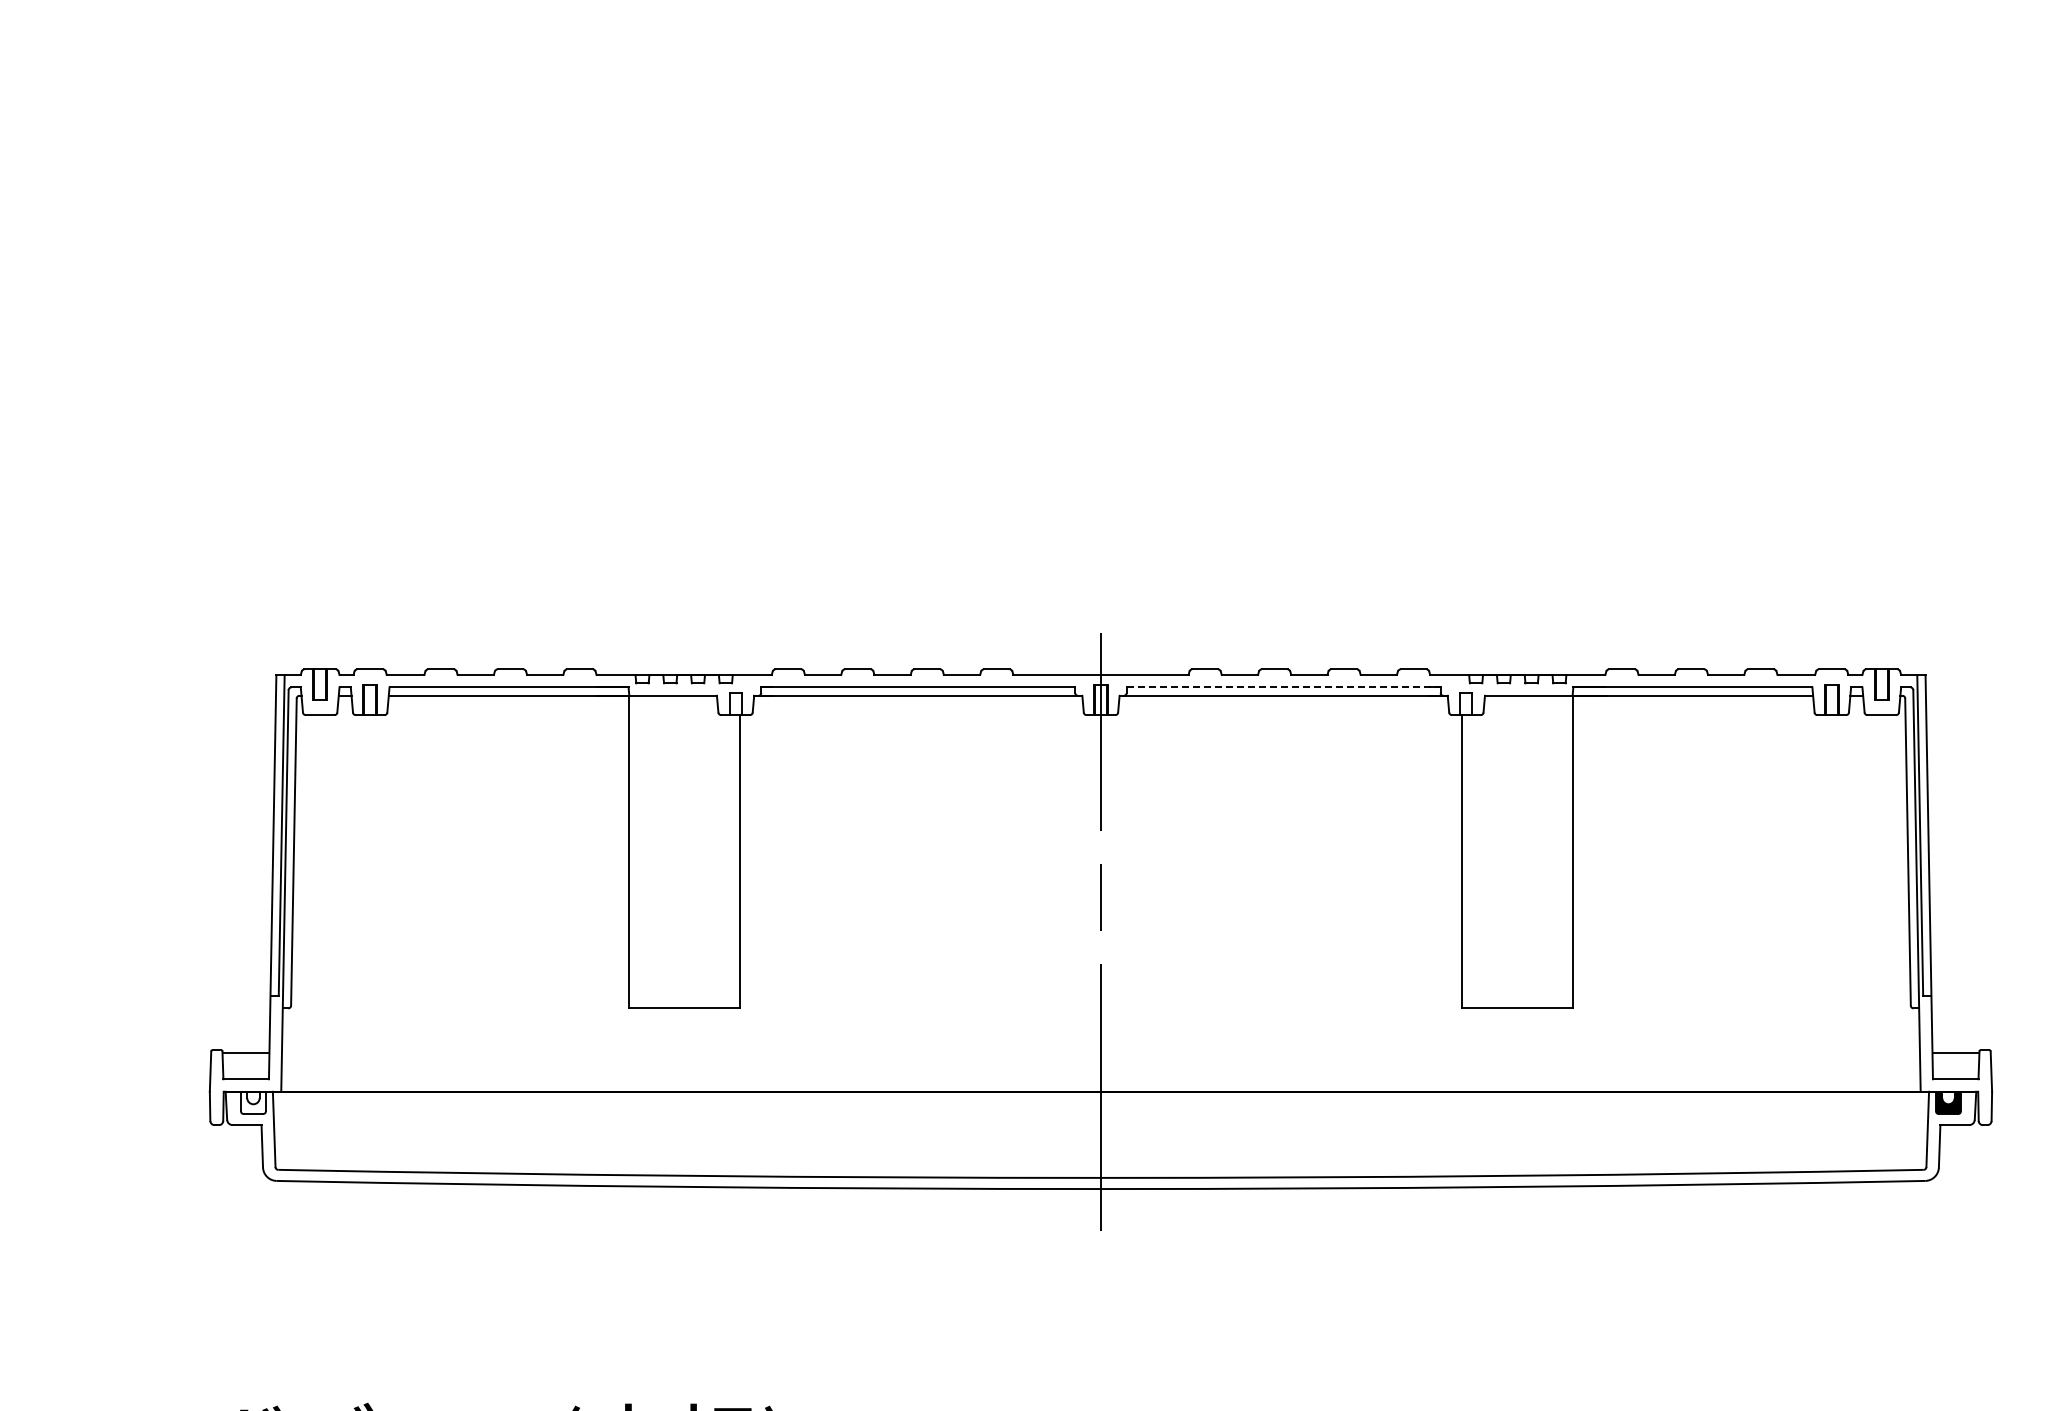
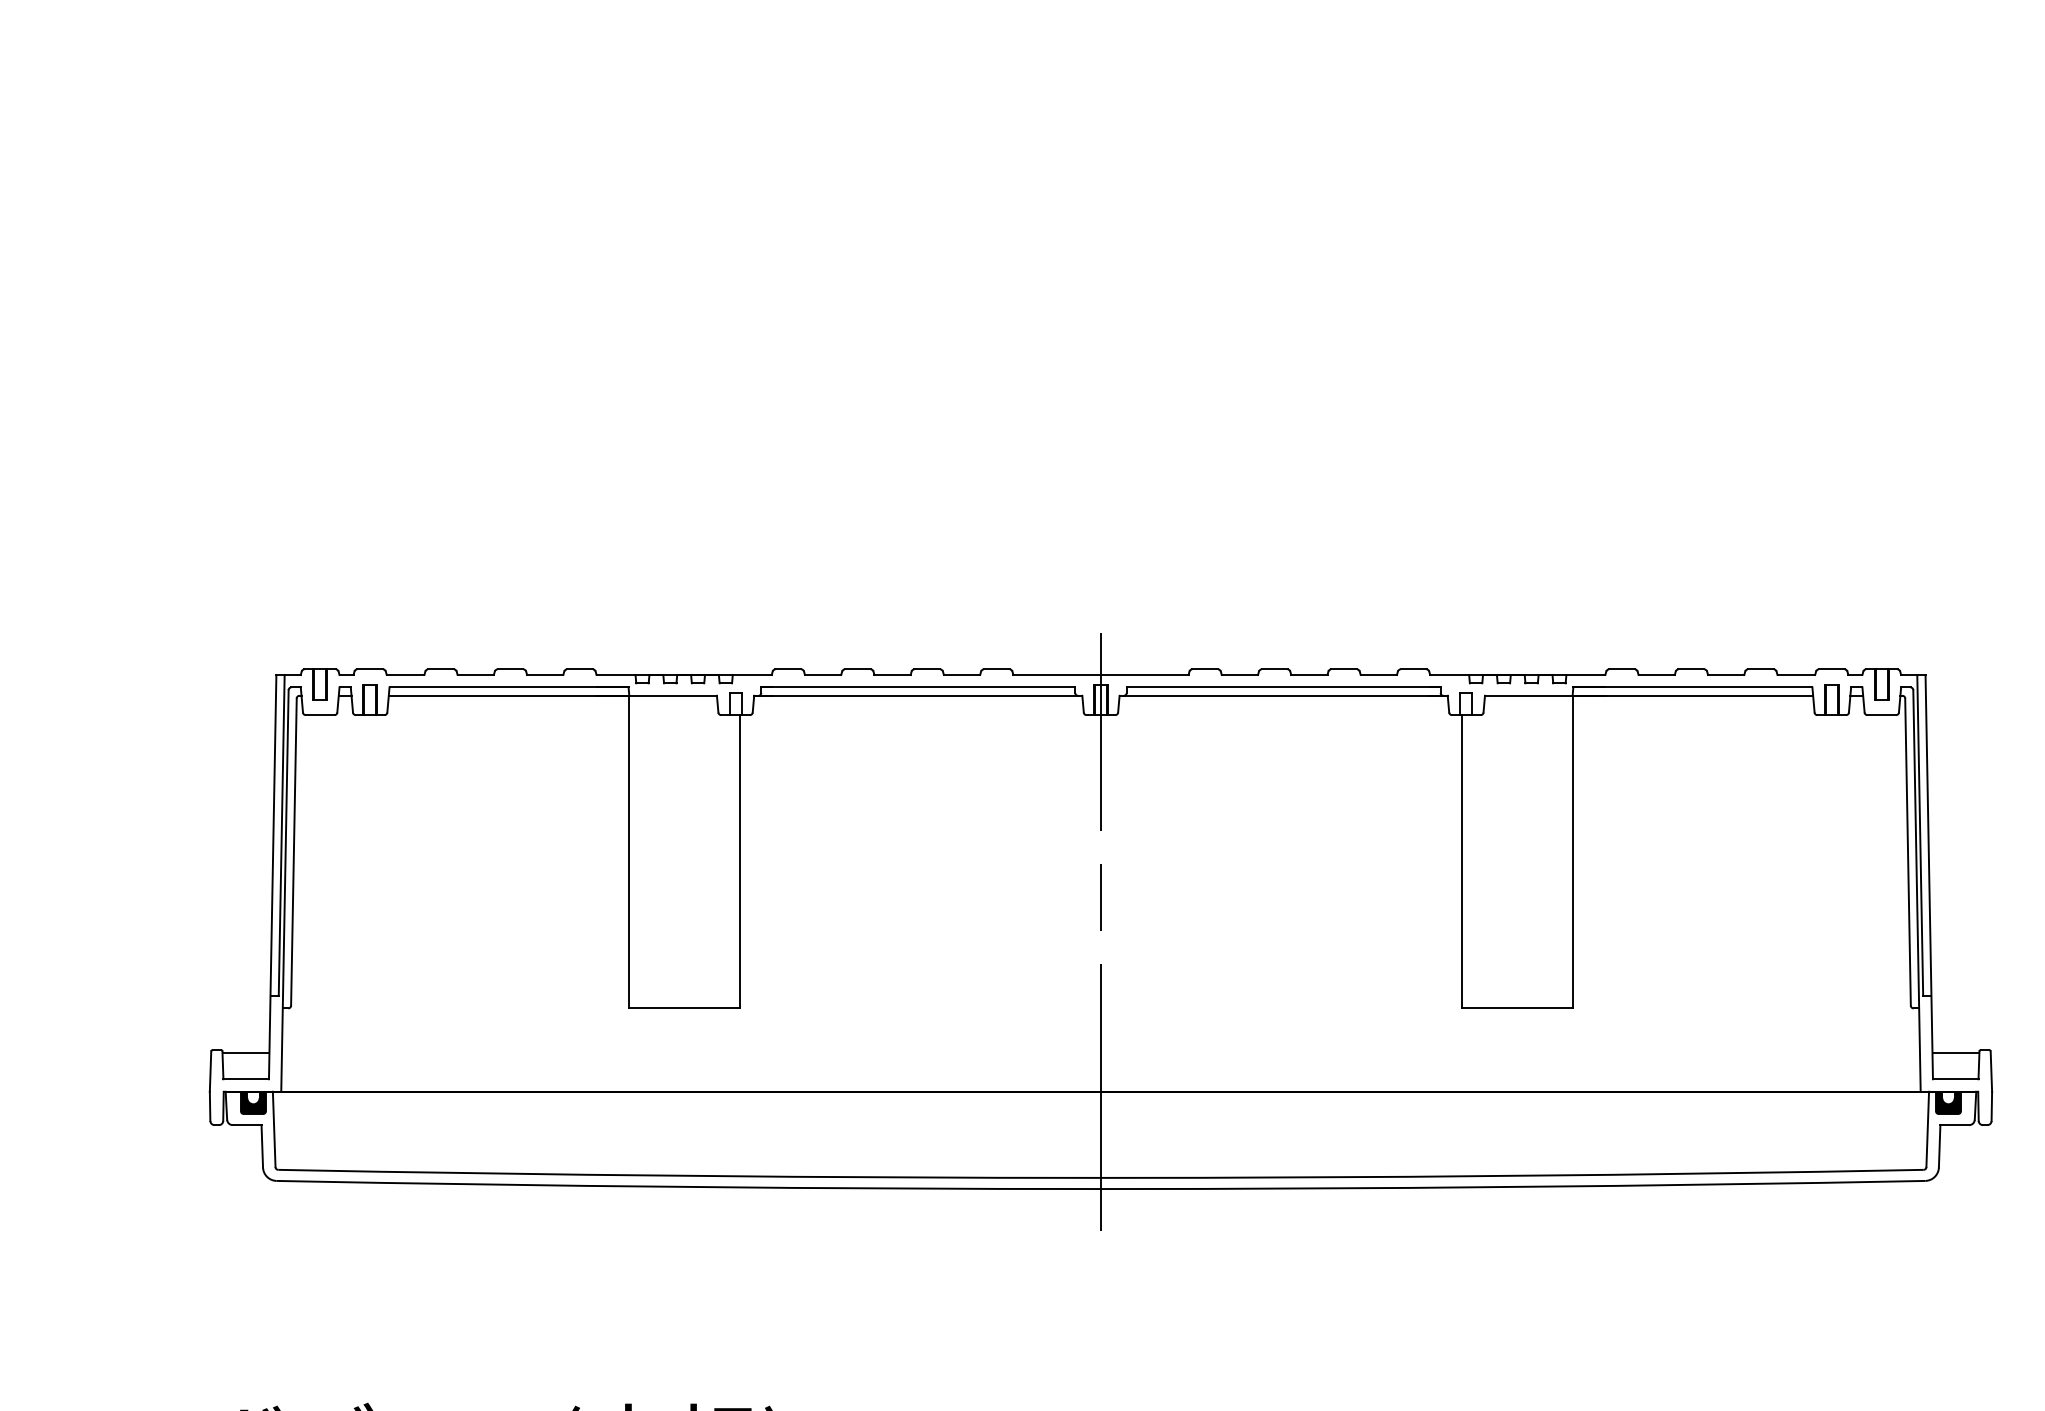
line at (1283, 687): dashed -> solid
fill at (252, 1102): none -> present
